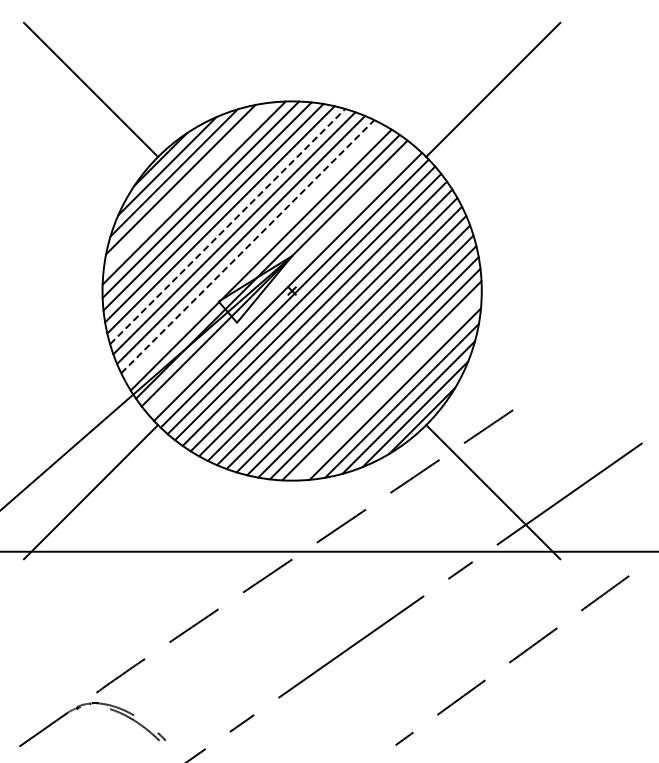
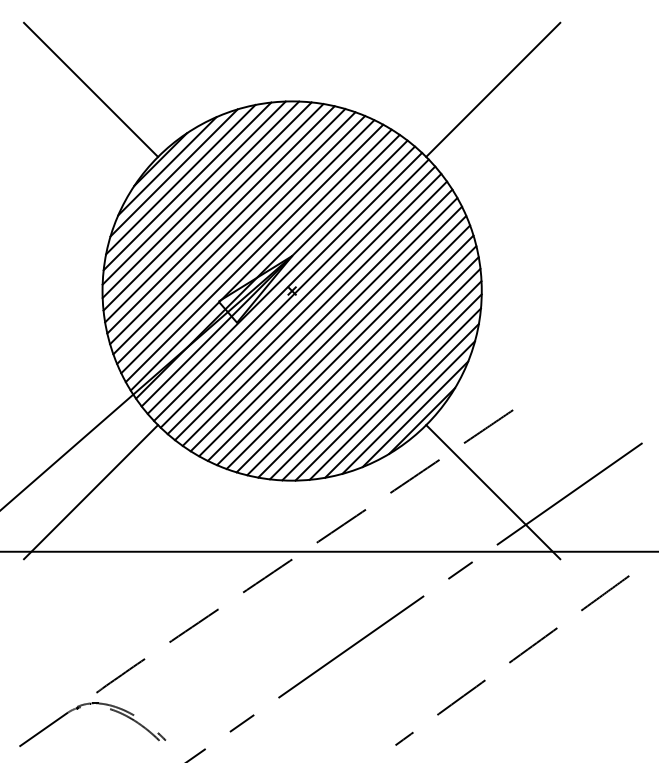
line at (187, 186): none -> present
line at (228, 226): dashed -> solid
line at (247, 246): dashed -> solid
line at (254, 253): none -> present
line at (280, 279): none -> present
line at (388, 387): none -> present
